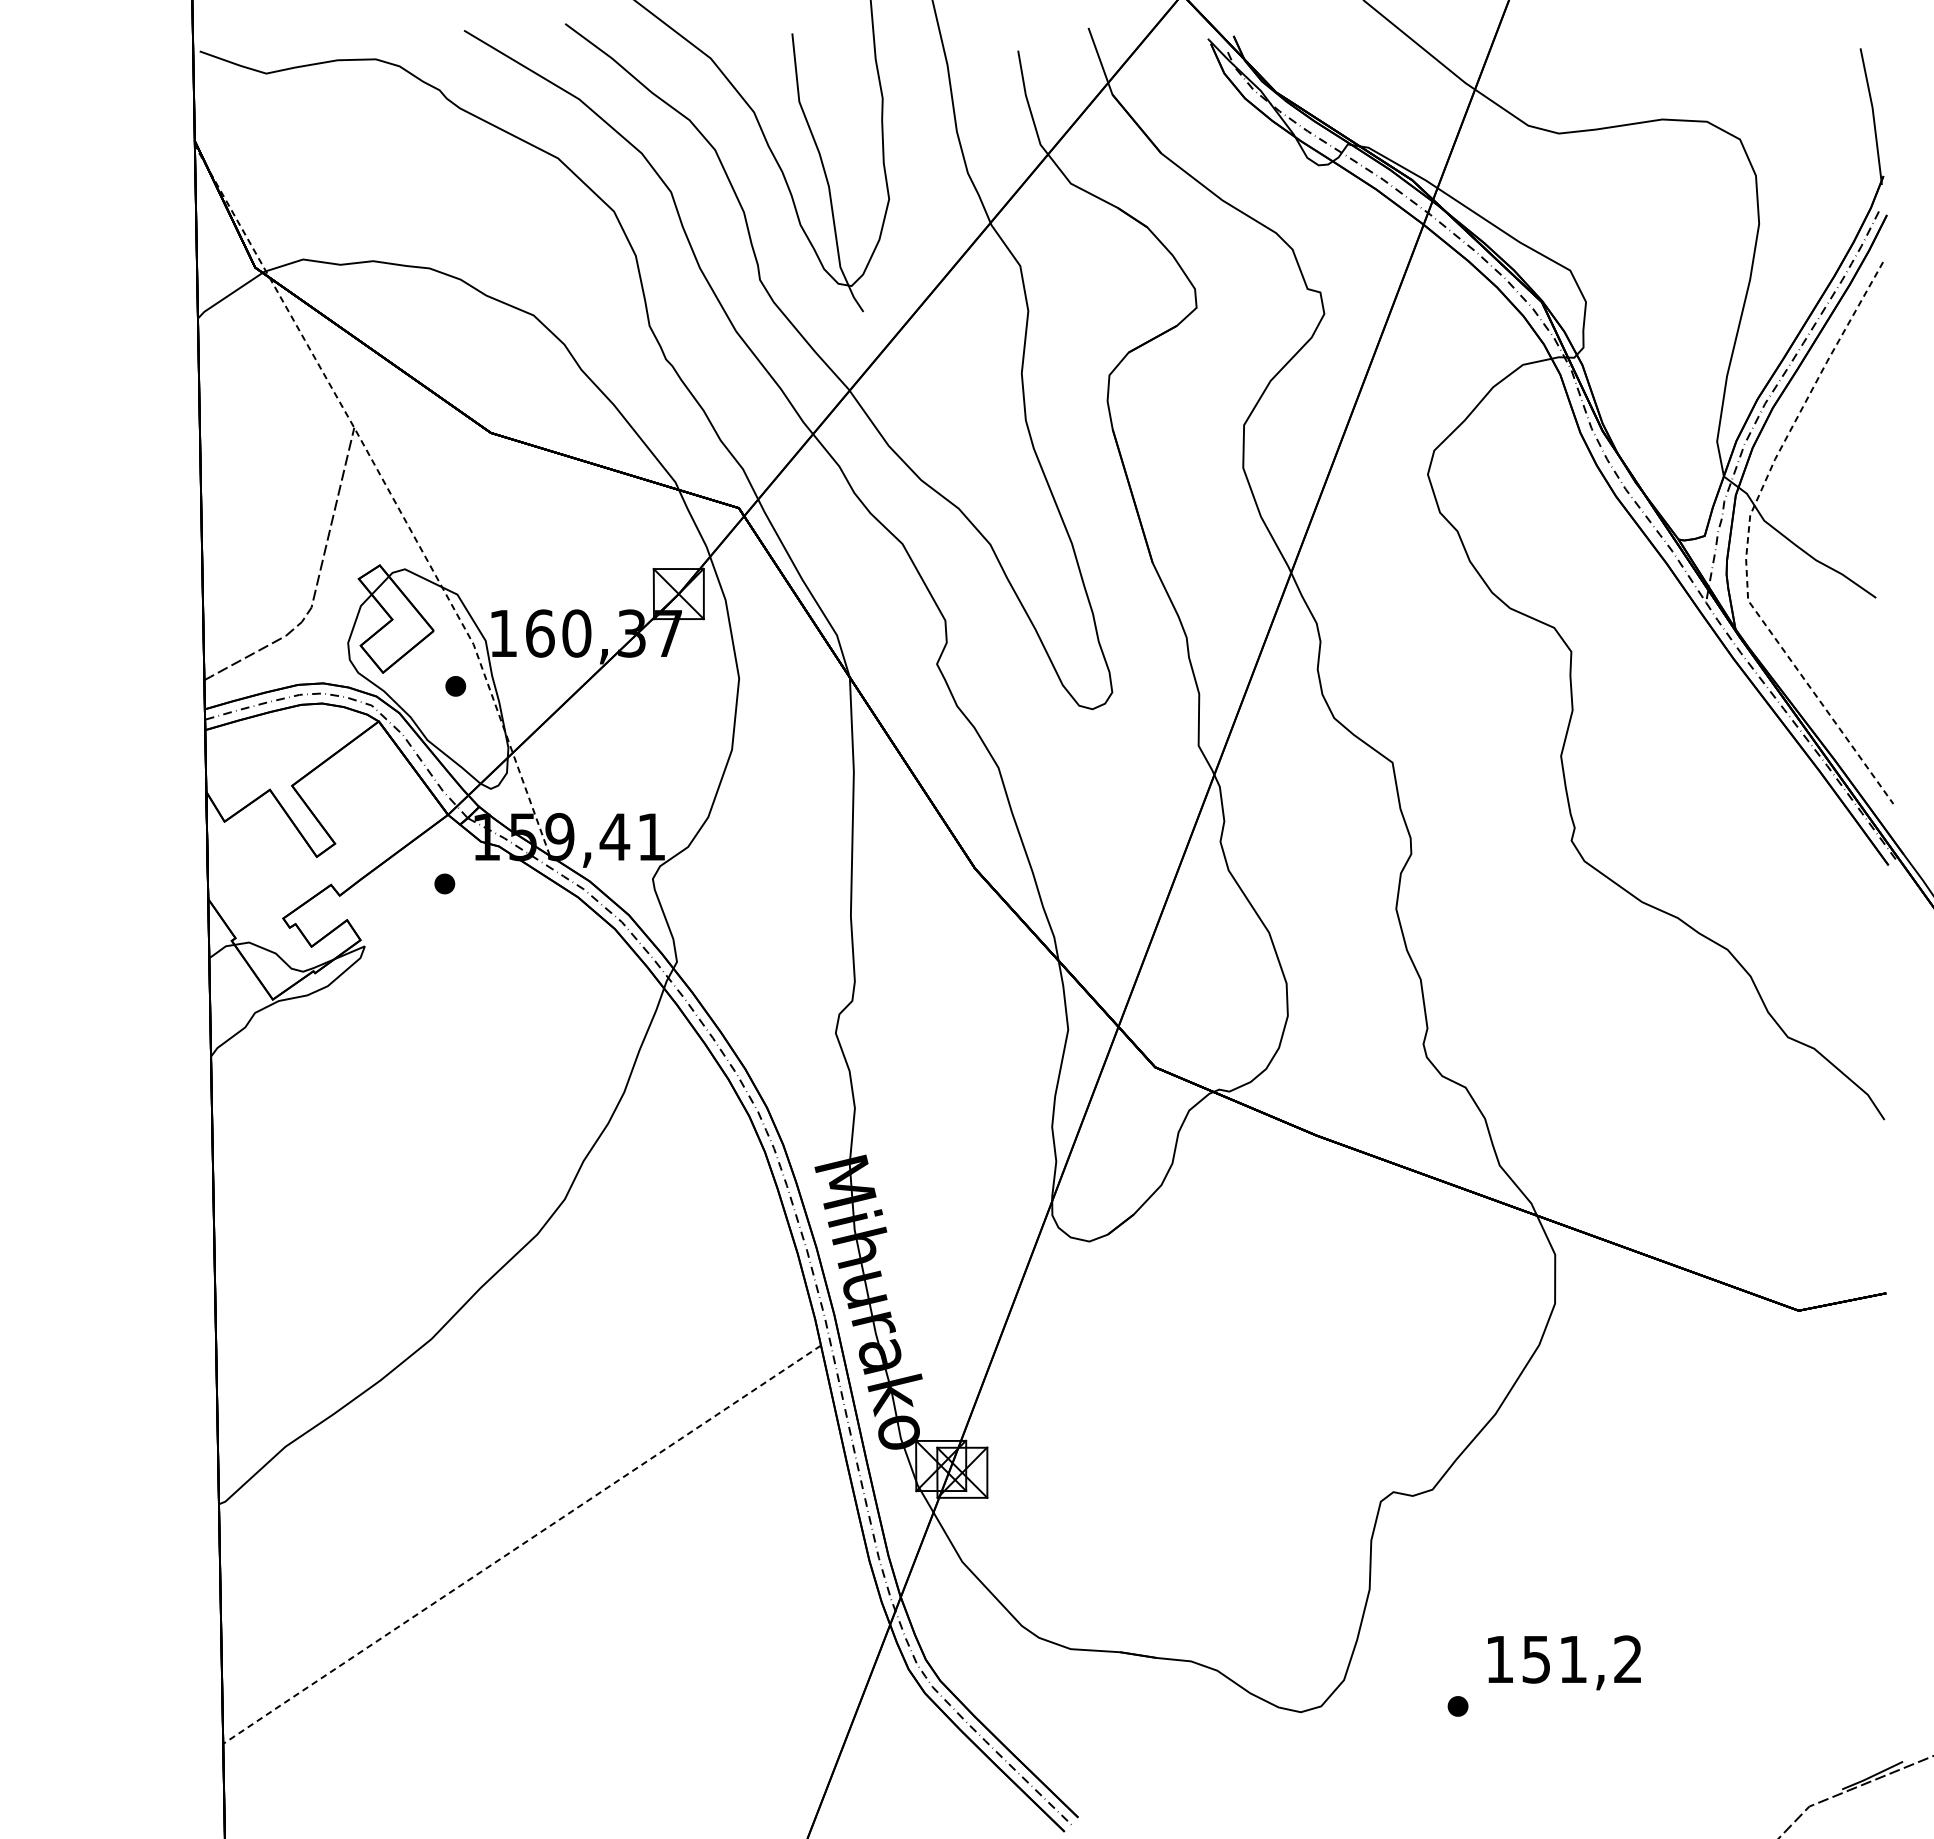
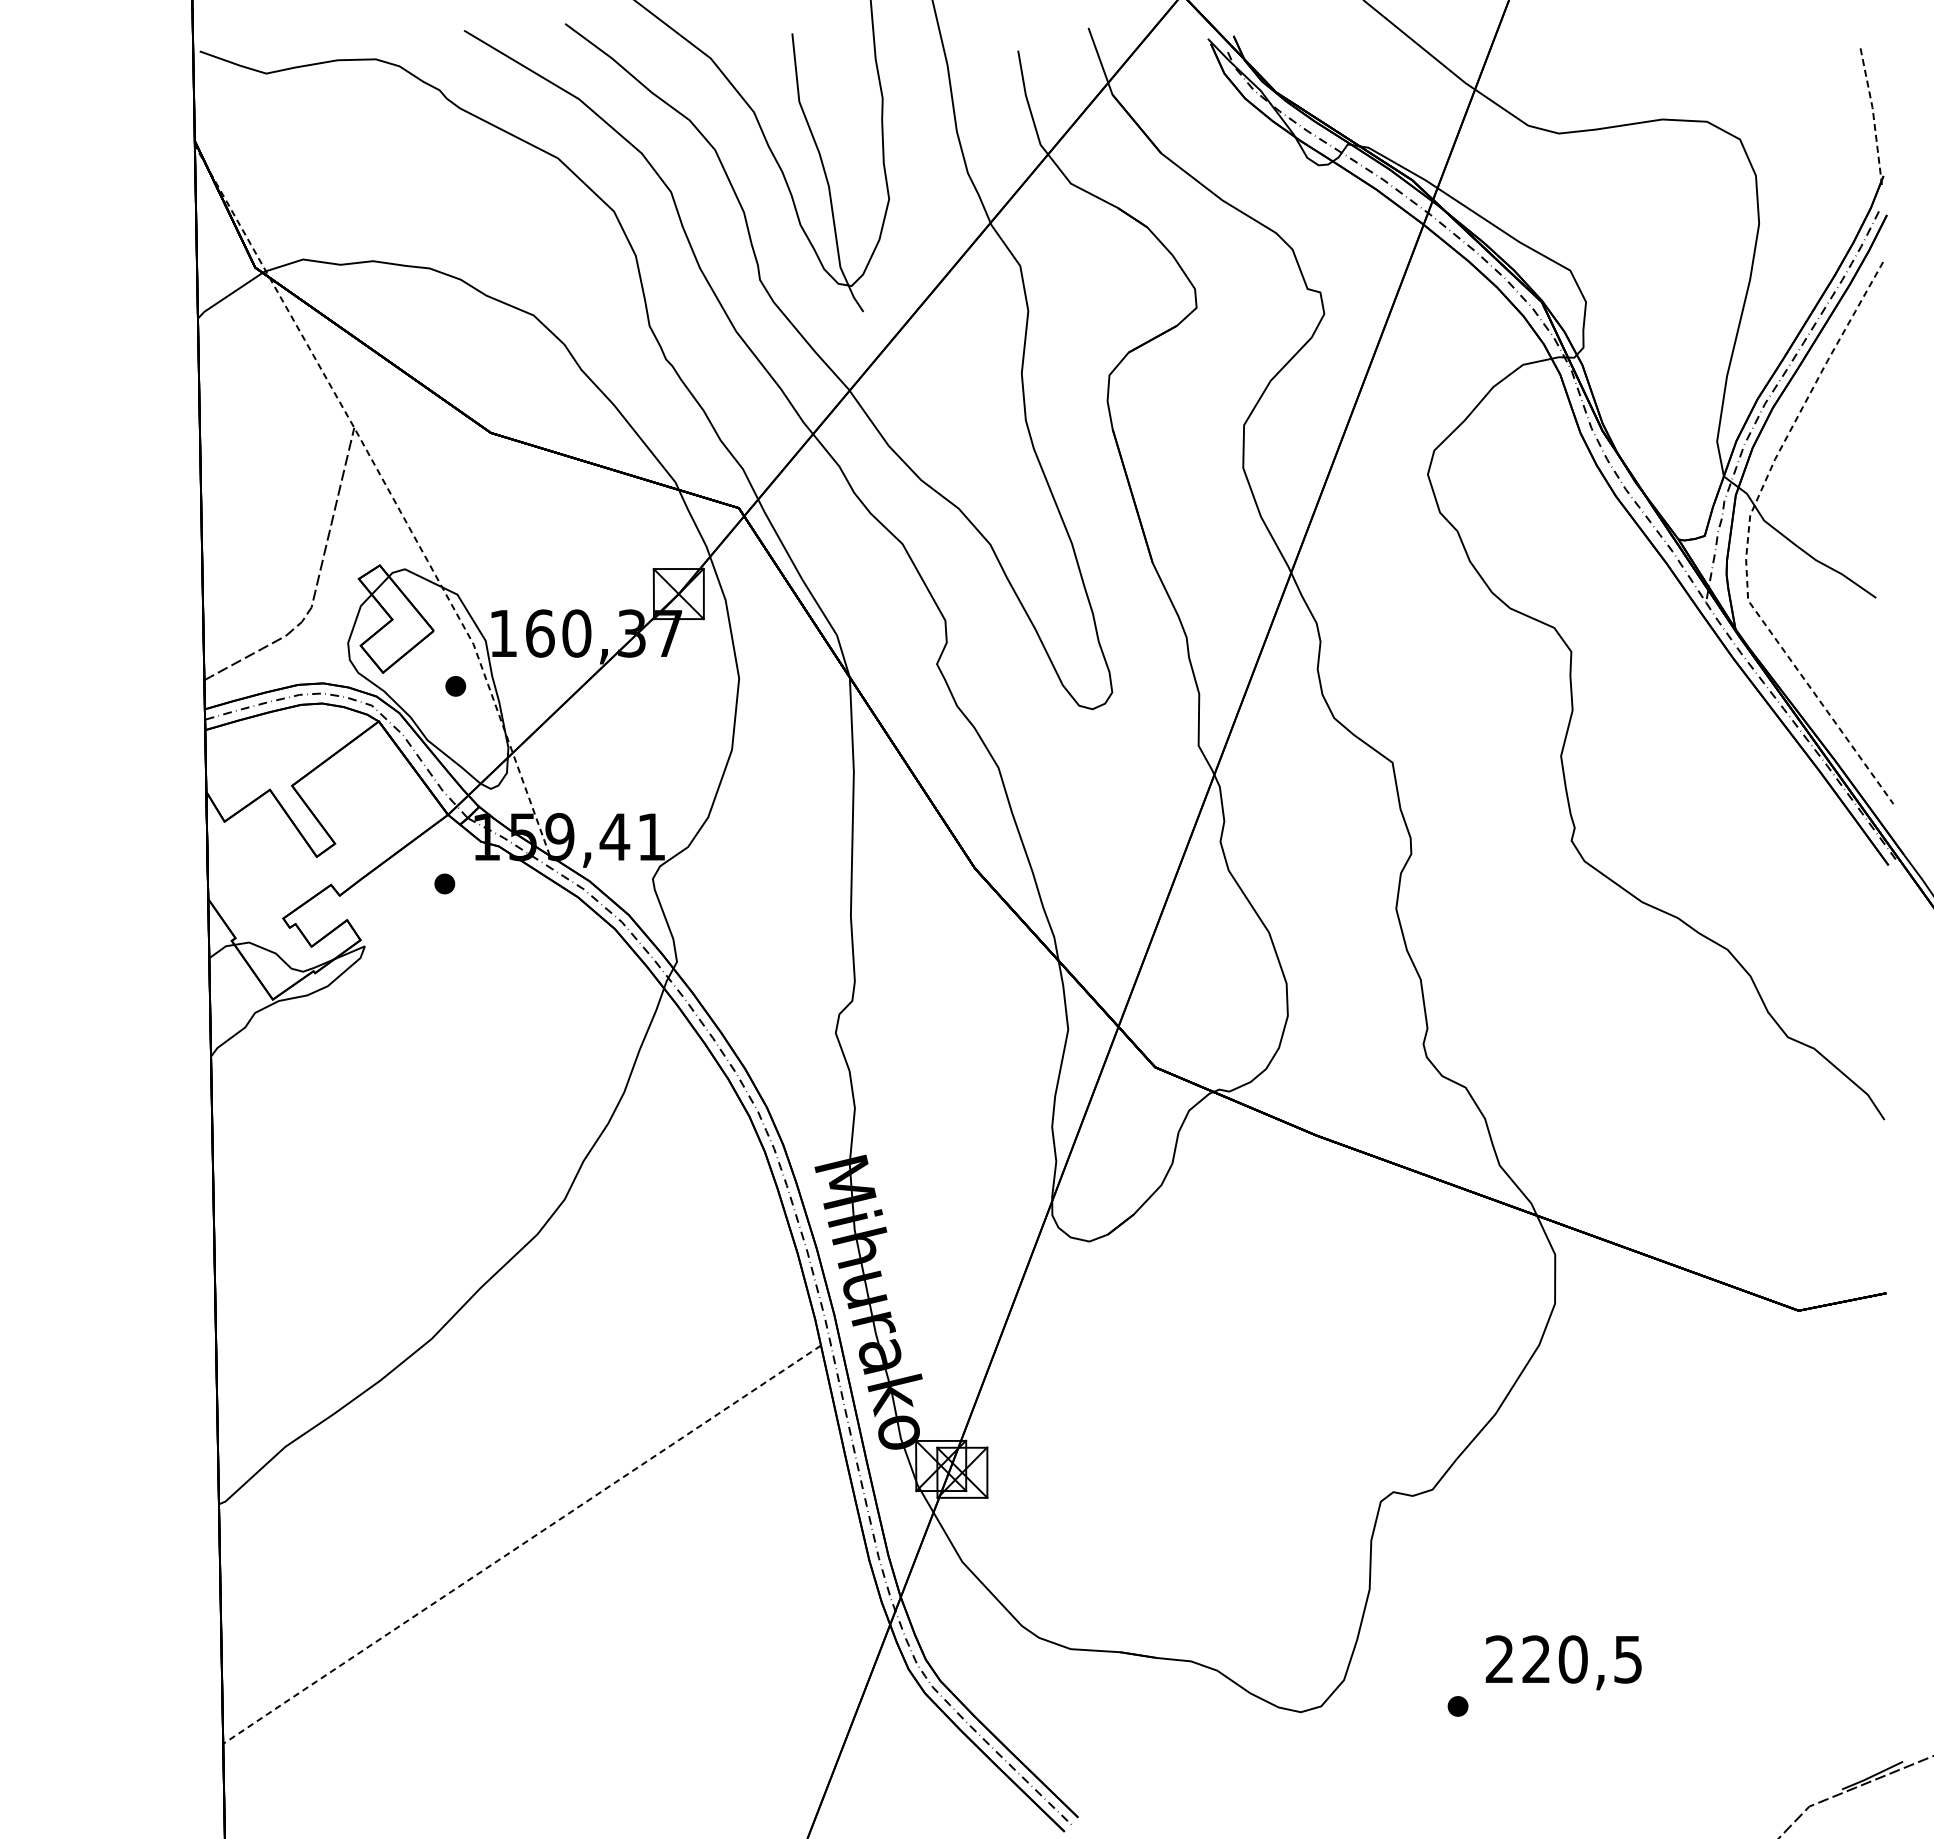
line at (1873, 115): solid -> dashed
text at (1563, 1659): 151,2 -> 220,5
